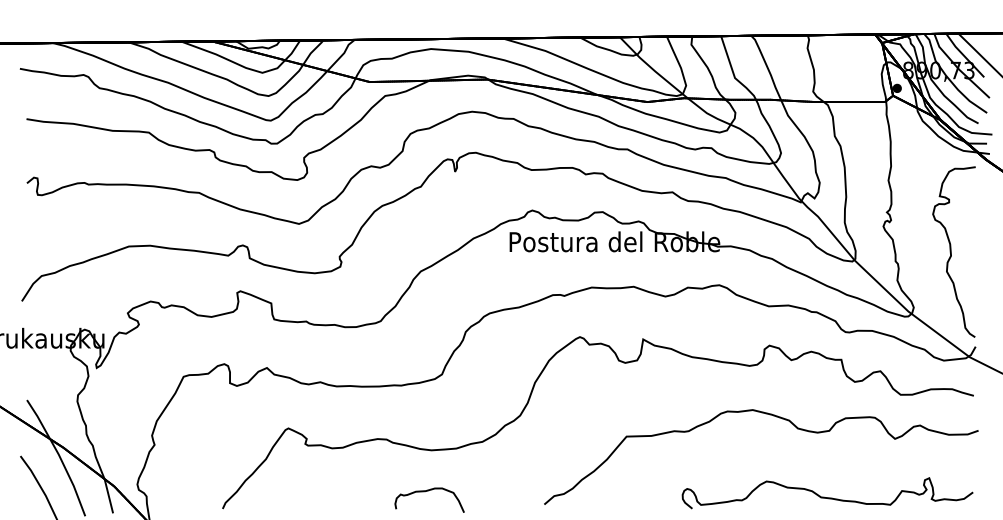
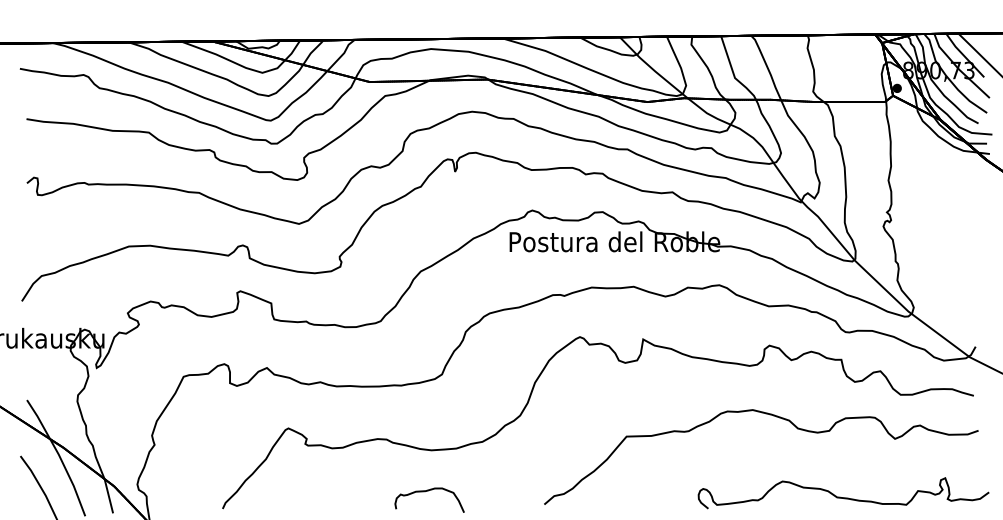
curve at (951, 251): present -> none
curve at (827, 497) position: (827, 497) -> (843, 497)
